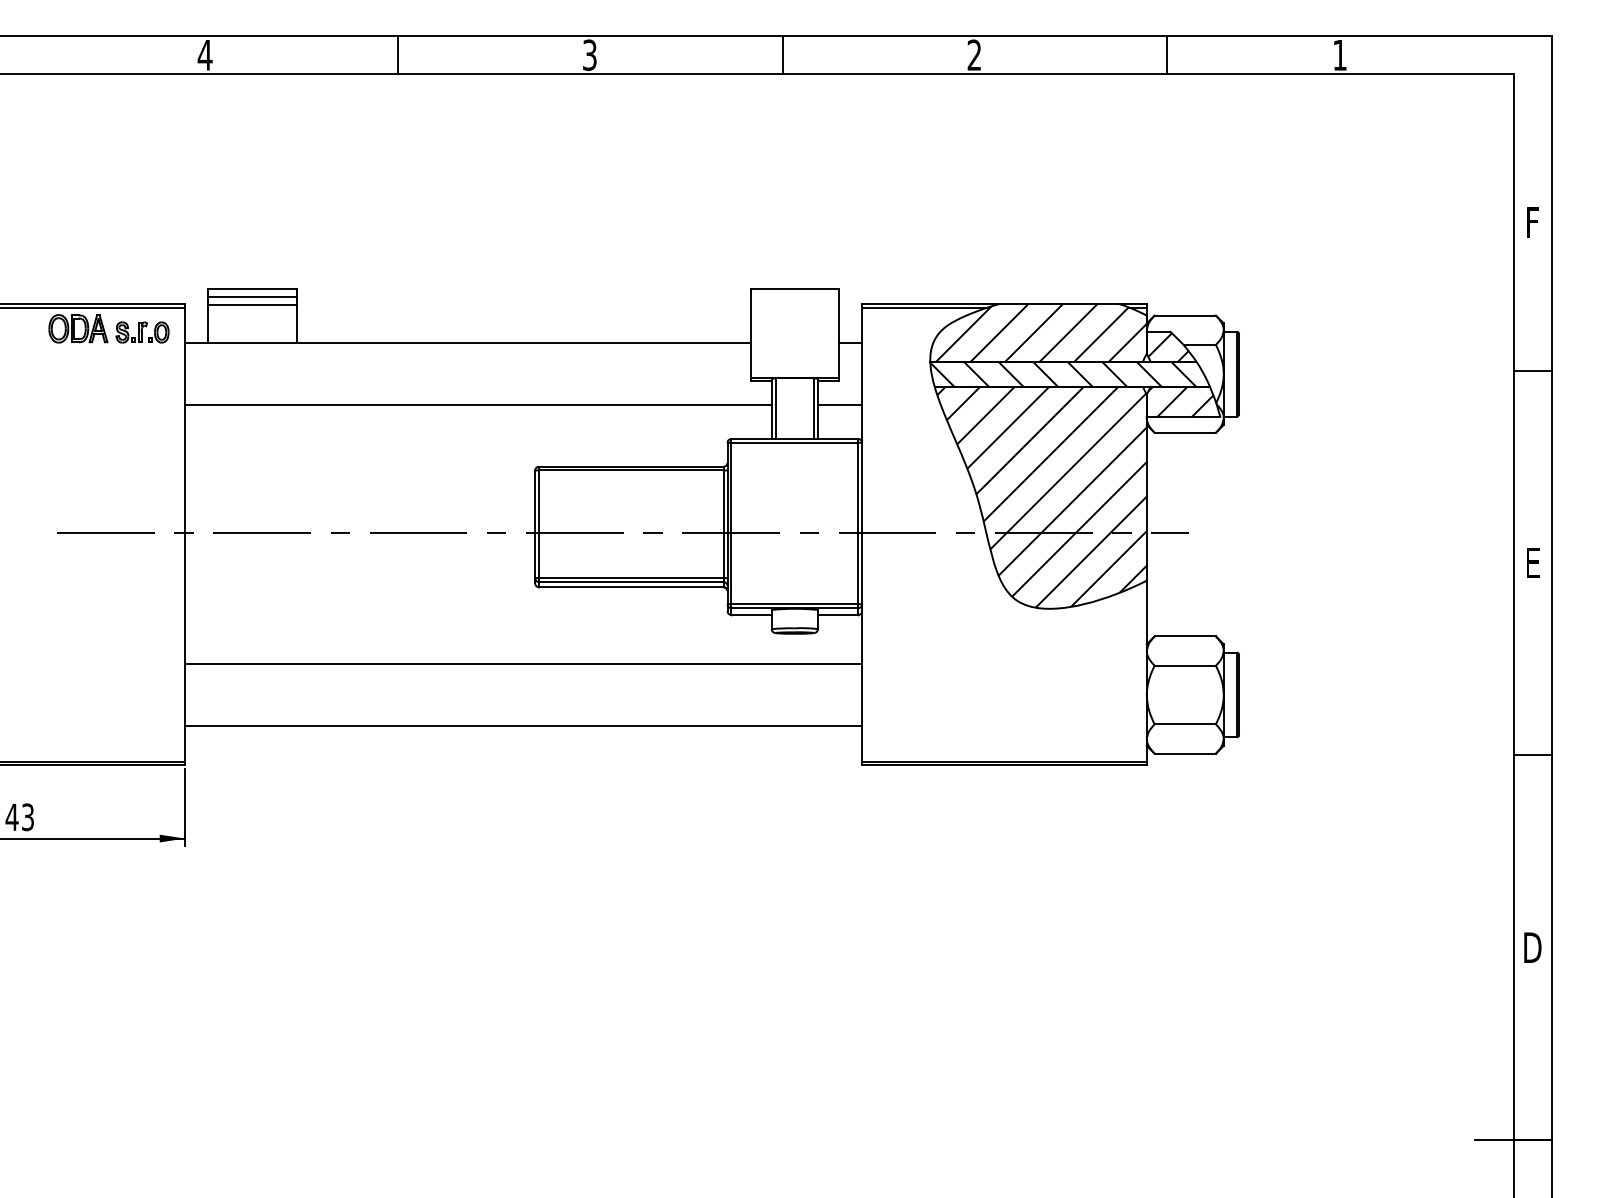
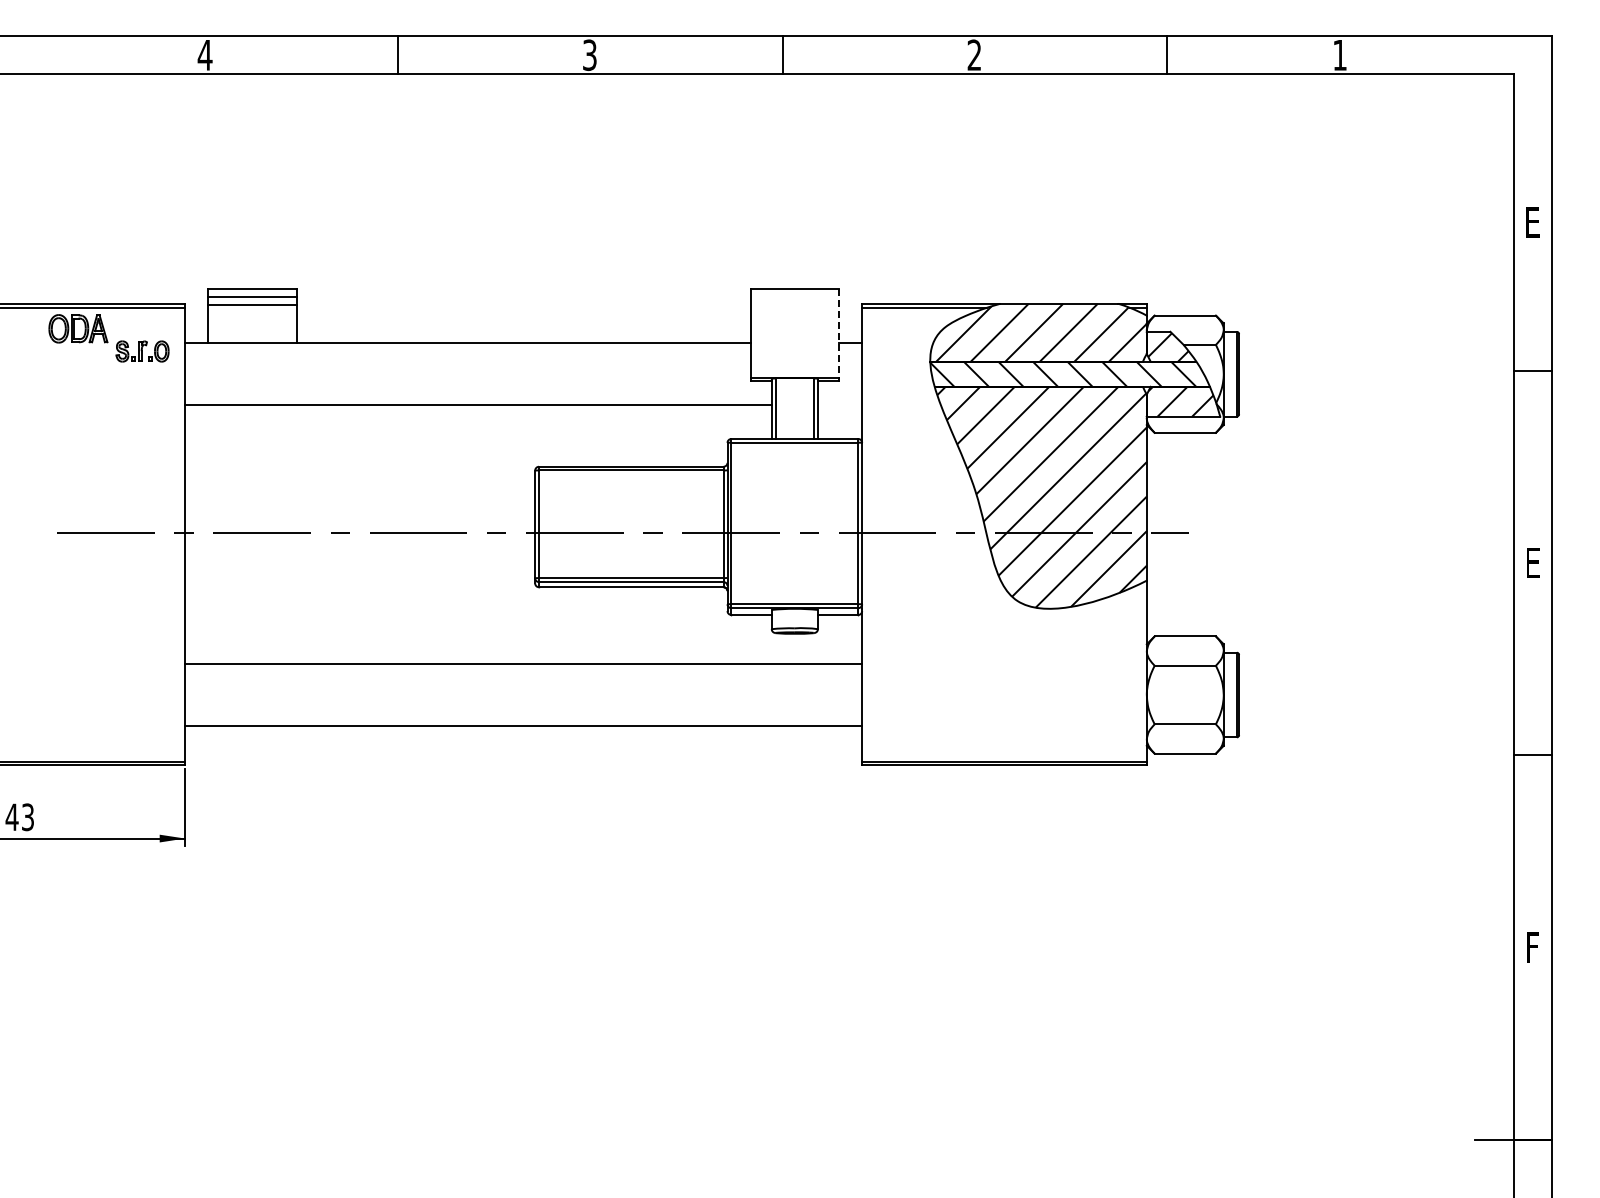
text at (1532, 222): F -> E
part at (142, 332) position: (142, 332) -> (142, 351)
line at (839, 333): solid -> dashed
line at (839, 404): present -> none
text at (1532, 947): D -> F
